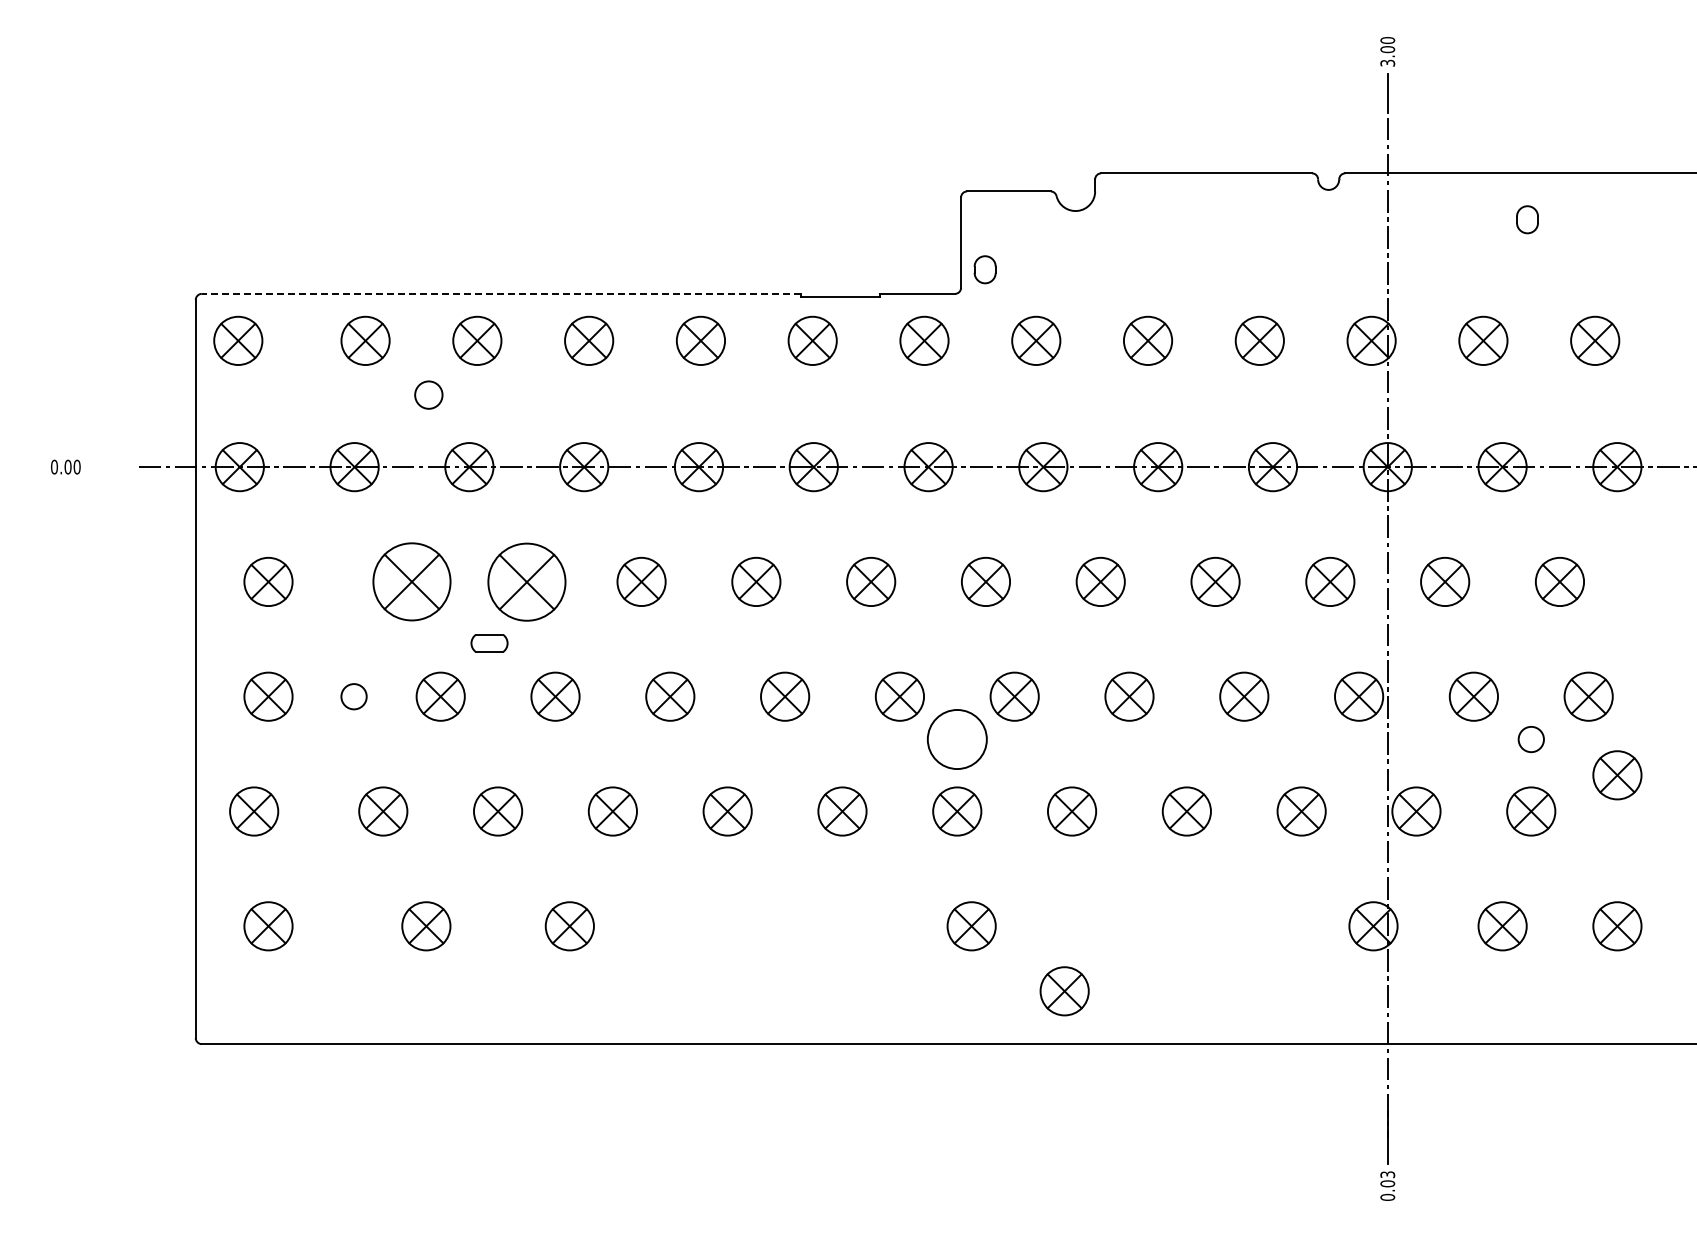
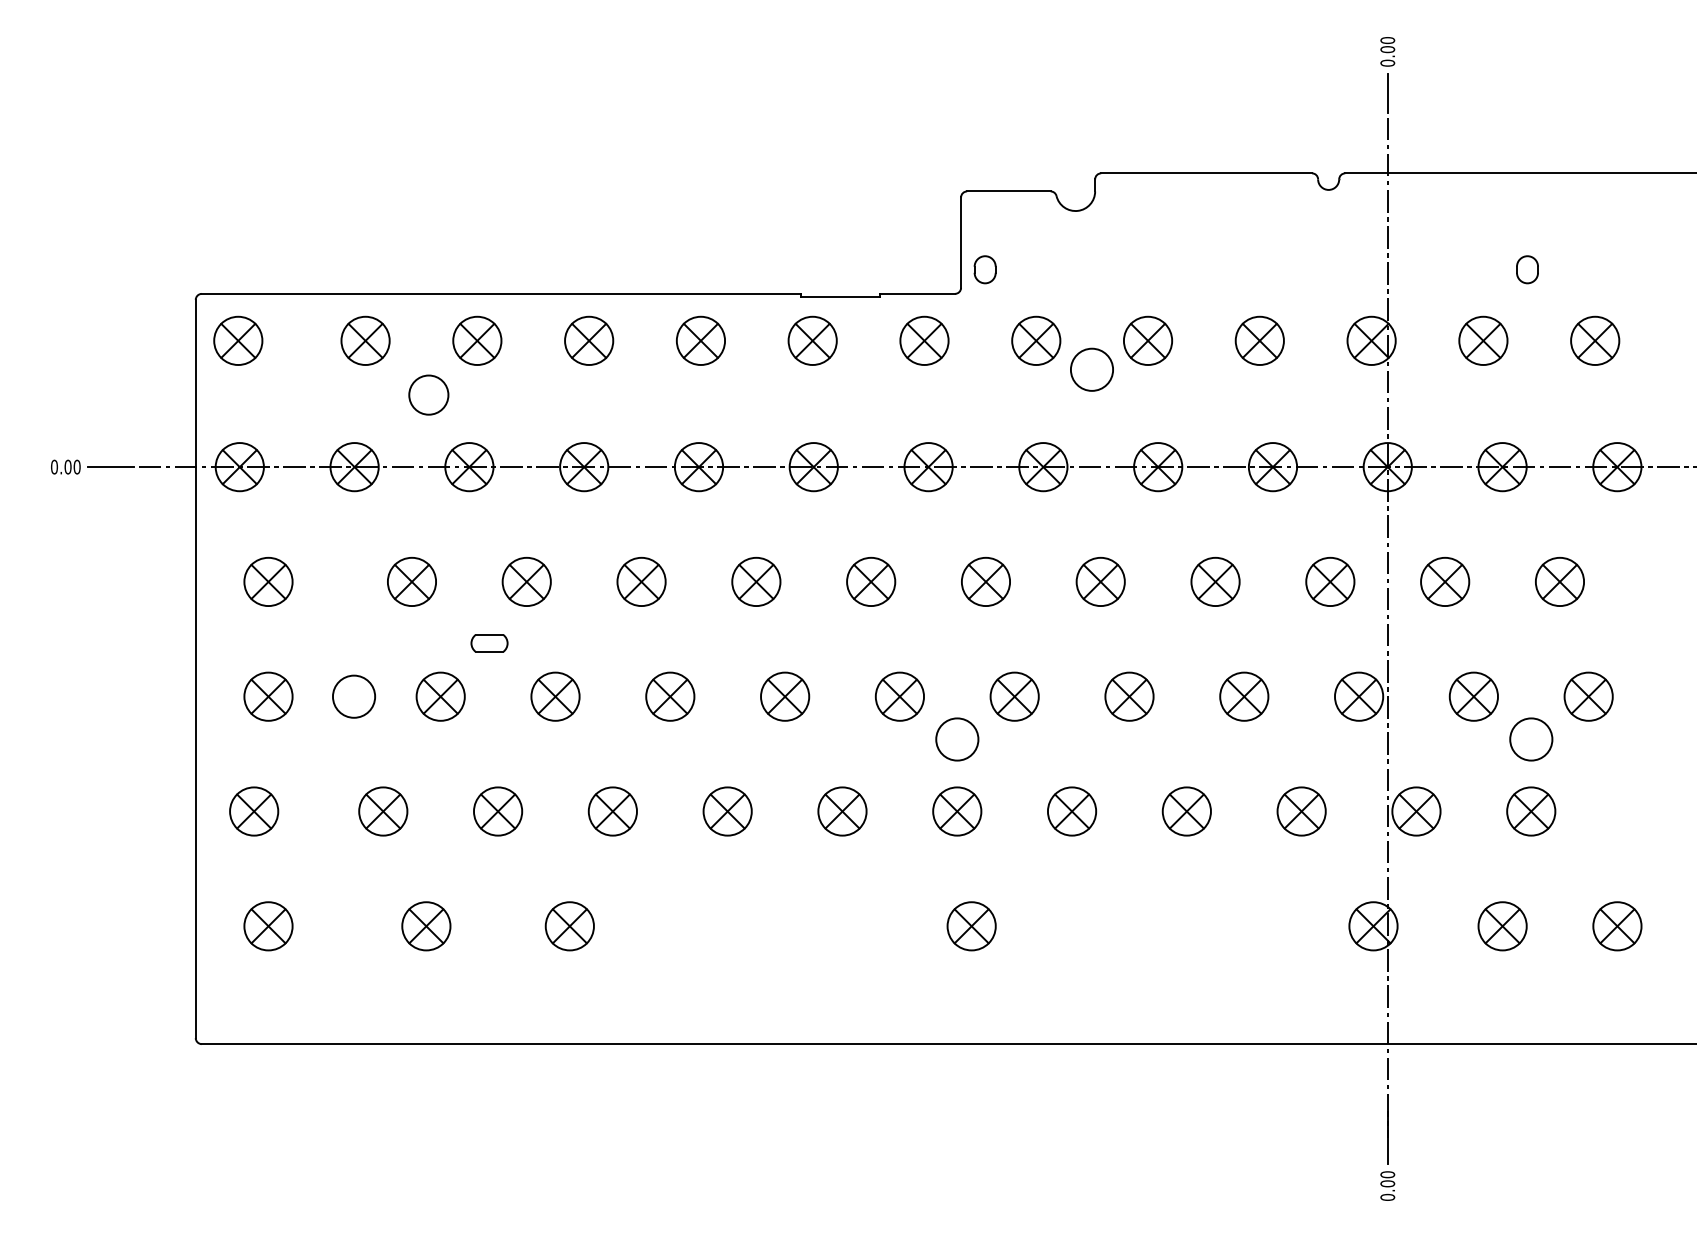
text at (1387, 62): 3.00 -> 0.00
part at (1527, 219) position: (1527, 219) -> (1527, 269)
line at (501, 293): dashed -> solid
circle at (1091, 369): none -> present
circle at (428, 394) diameter: 27 px -> 39 px
line at (111, 467): none -> present
part at (411, 581) size: 80x80 px -> 50x50 px
part at (526, 581) size: 80x80 px -> 51x51 px
circle at (353, 696) diameter: 25 px -> 42 px
circle at (956, 739) diameter: 59 px -> 42 px
circle at (1530, 739) diameter: 25 px -> 42 px
part at (1617, 775): present -> none
part at (1064, 991): present -> none
text at (1387, 1174): 0.03 -> 0.00
